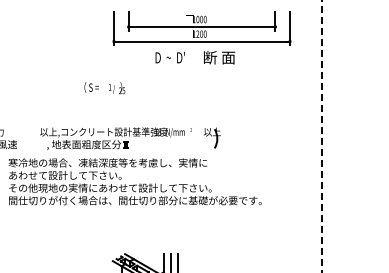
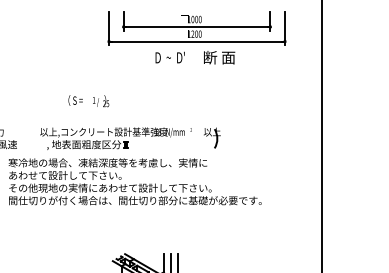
part at (201, 28) position: (201, 28) -> (196, 28)
text at (104, 88) position: (104, 88) -> (88, 101)
line at (321, 136): dashed -> solid
